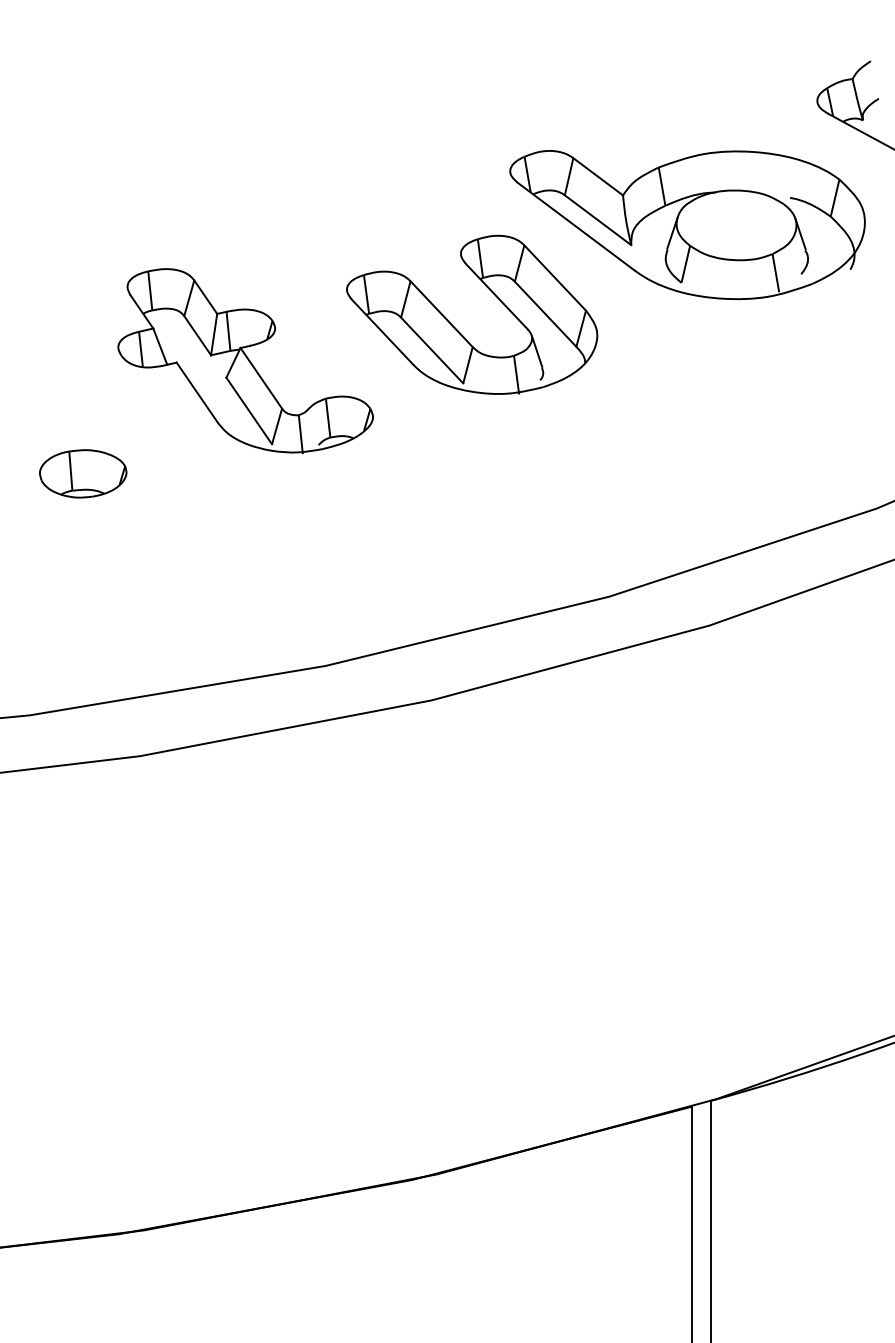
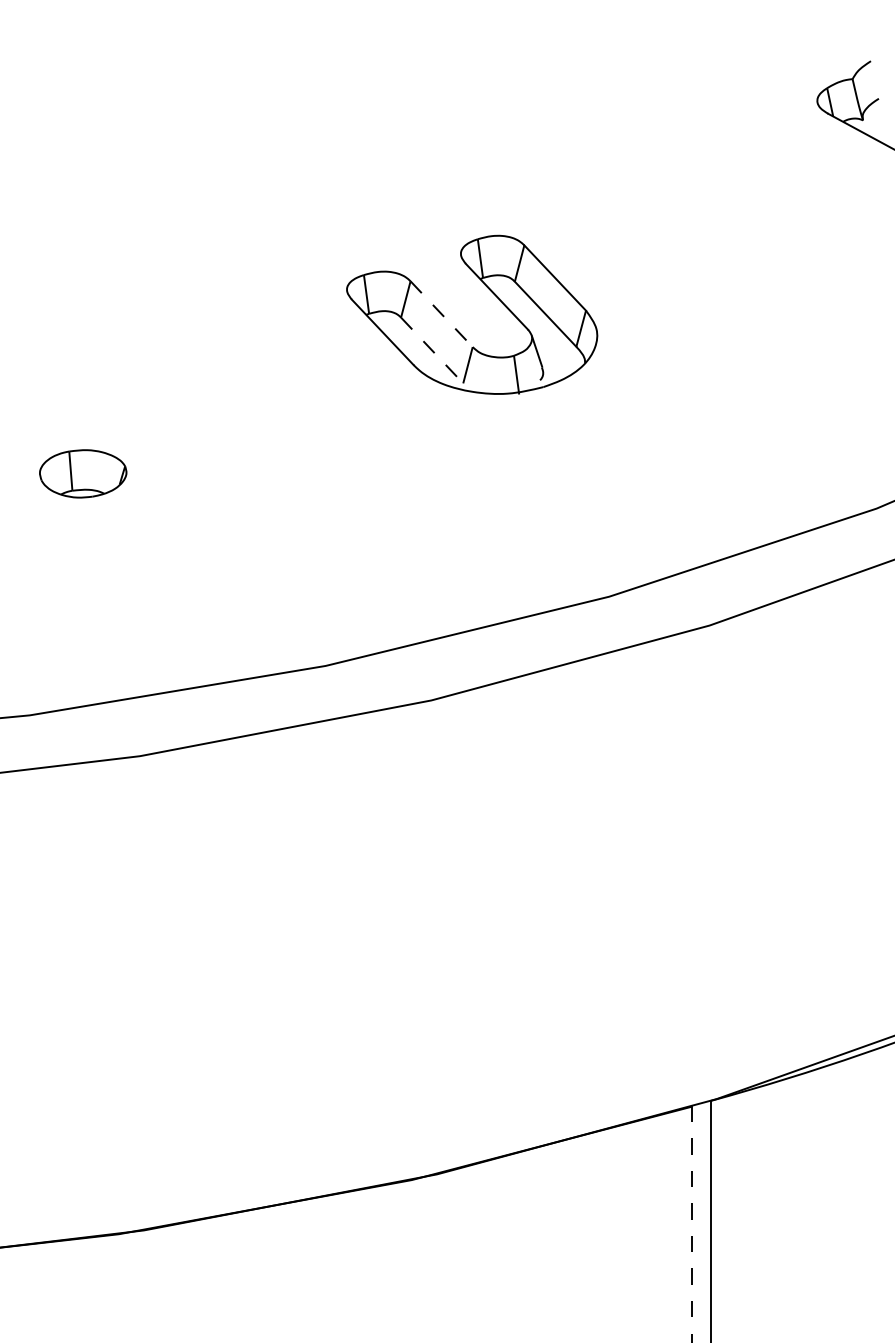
part at (687, 225): present -> none
line at (441, 314): solid -> dashed
line at (432, 350): solid -> dashed
part at (245, 361): present -> none
line at (691, 1224): solid -> dashed
